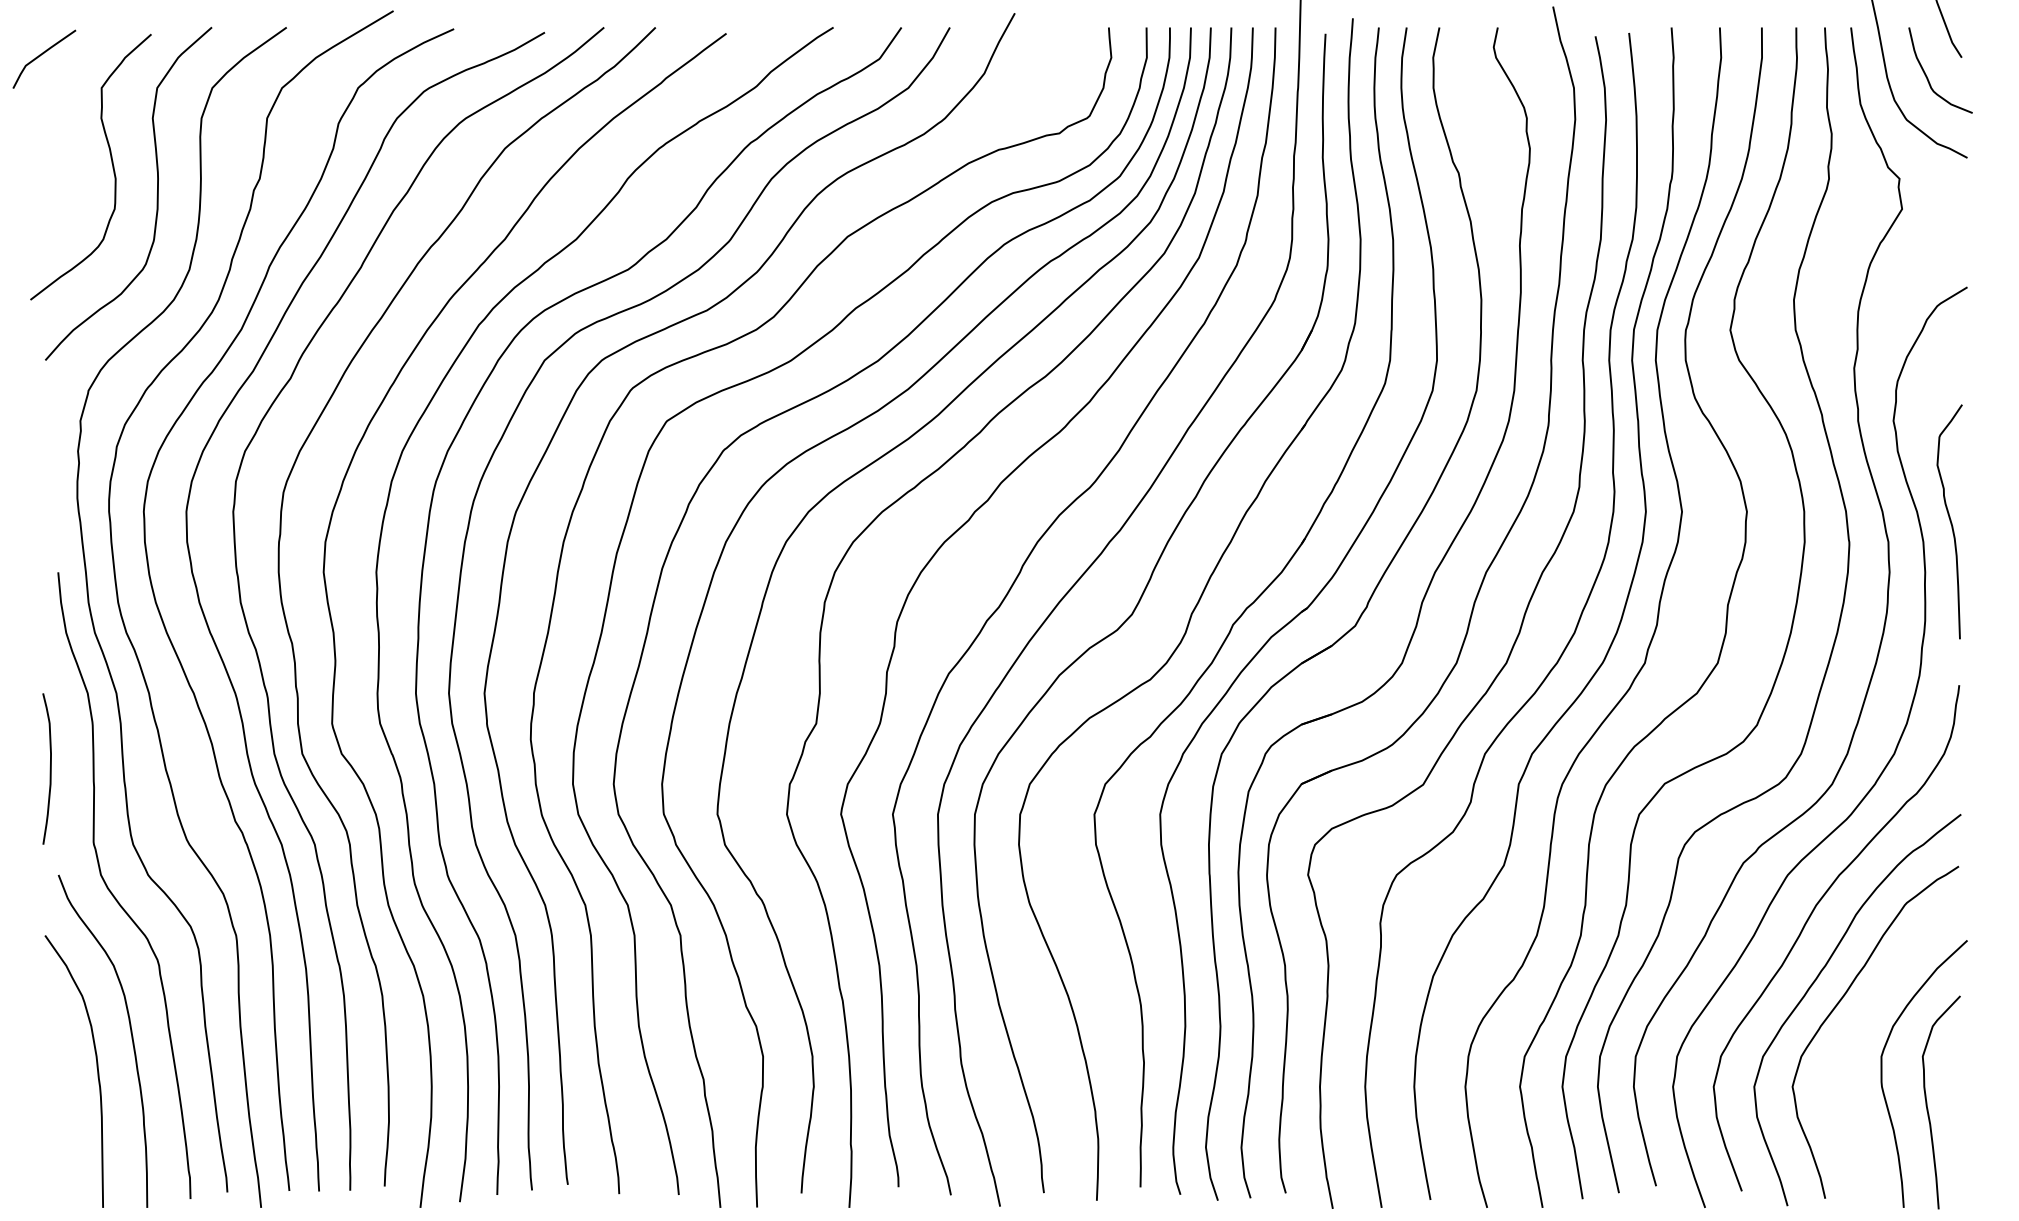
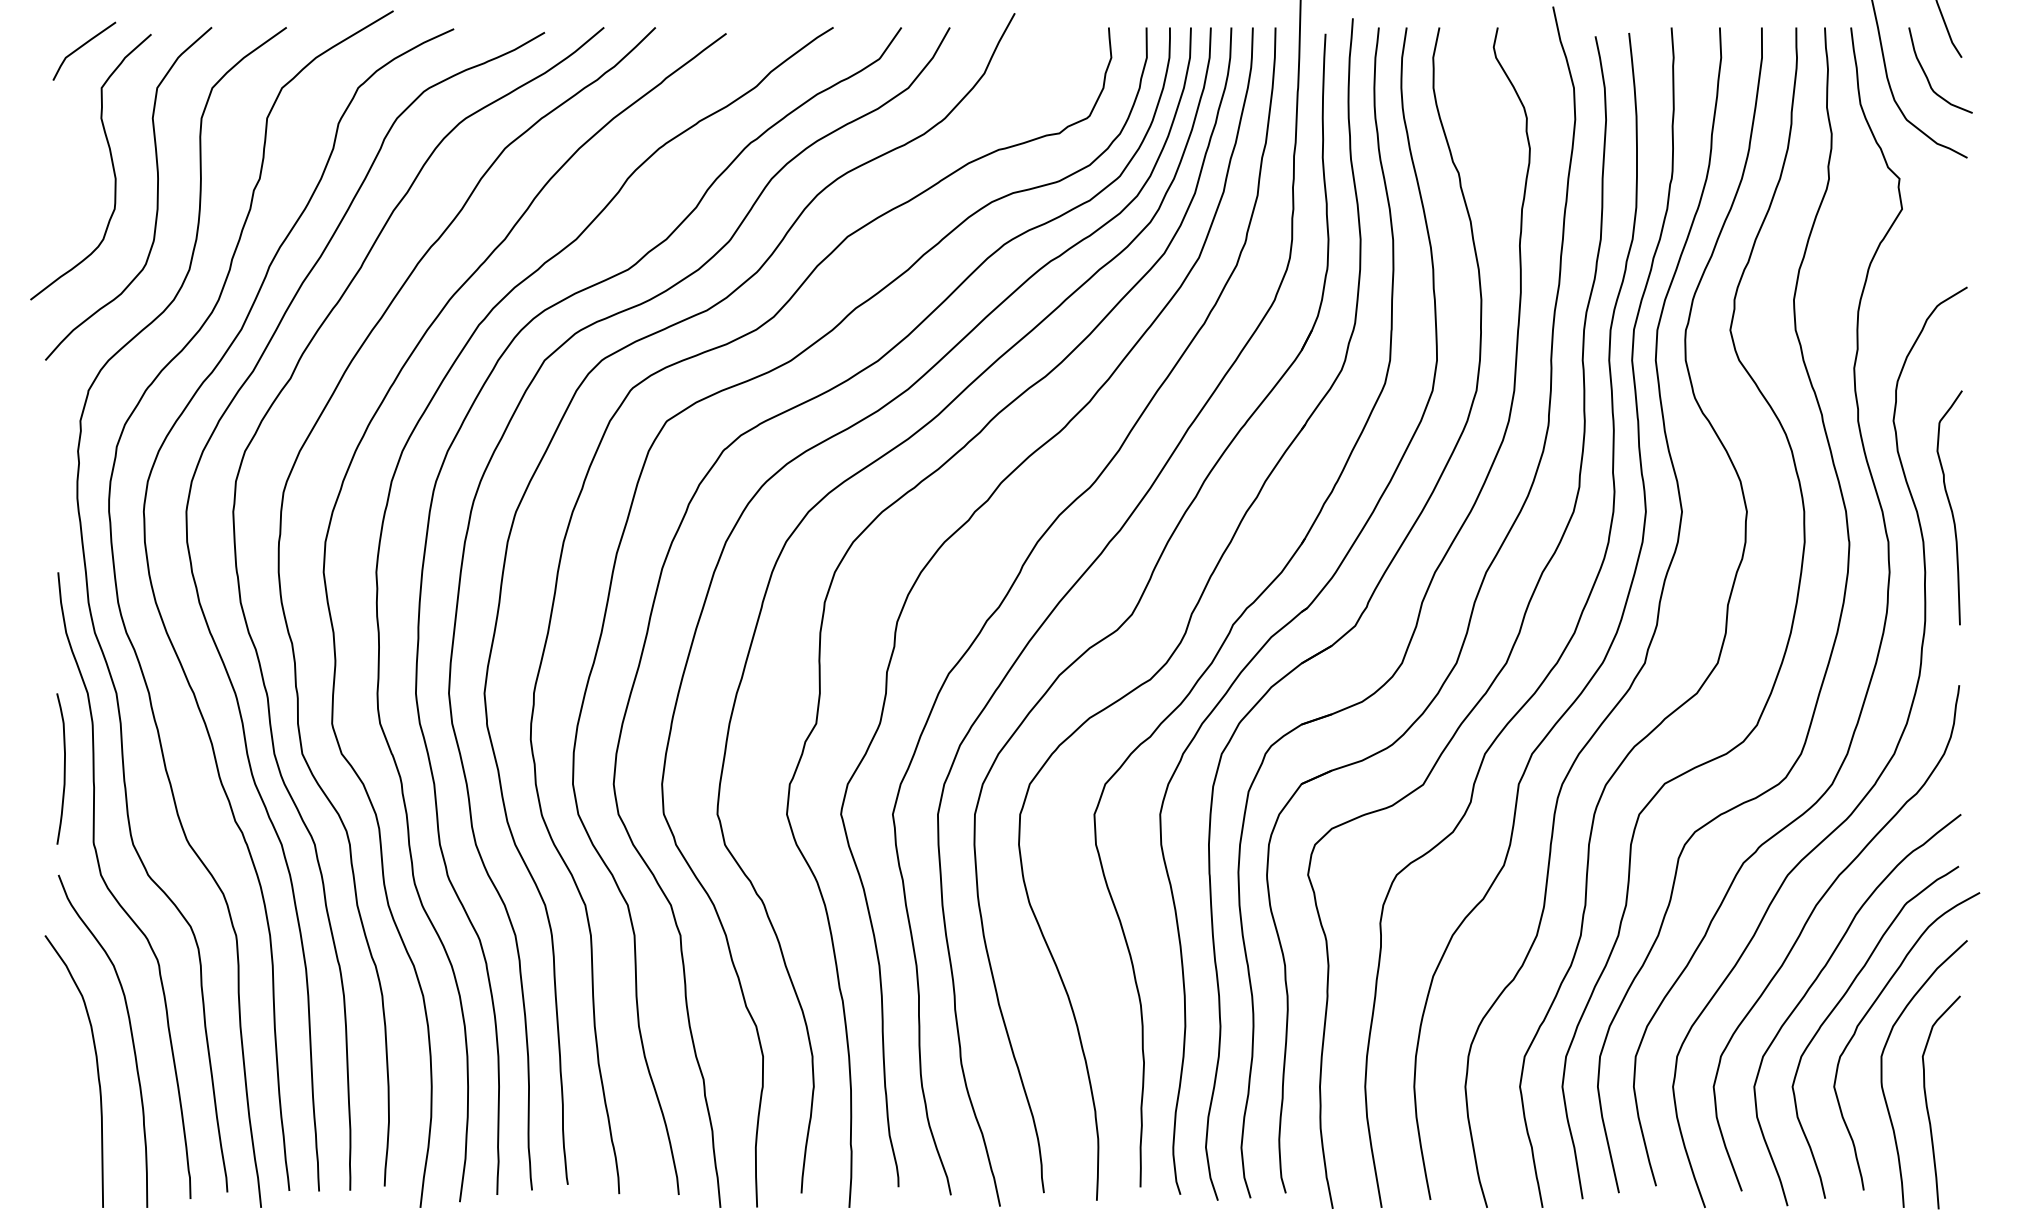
line at (43, 54) position: (43, 54) -> (83, 46)
curve at (1949, 521) position: (1949, 521) -> (1949, 507)
curve at (49, 768) position: (49, 768) -> (63, 768)
curve at (1869, 1011): none -> present
